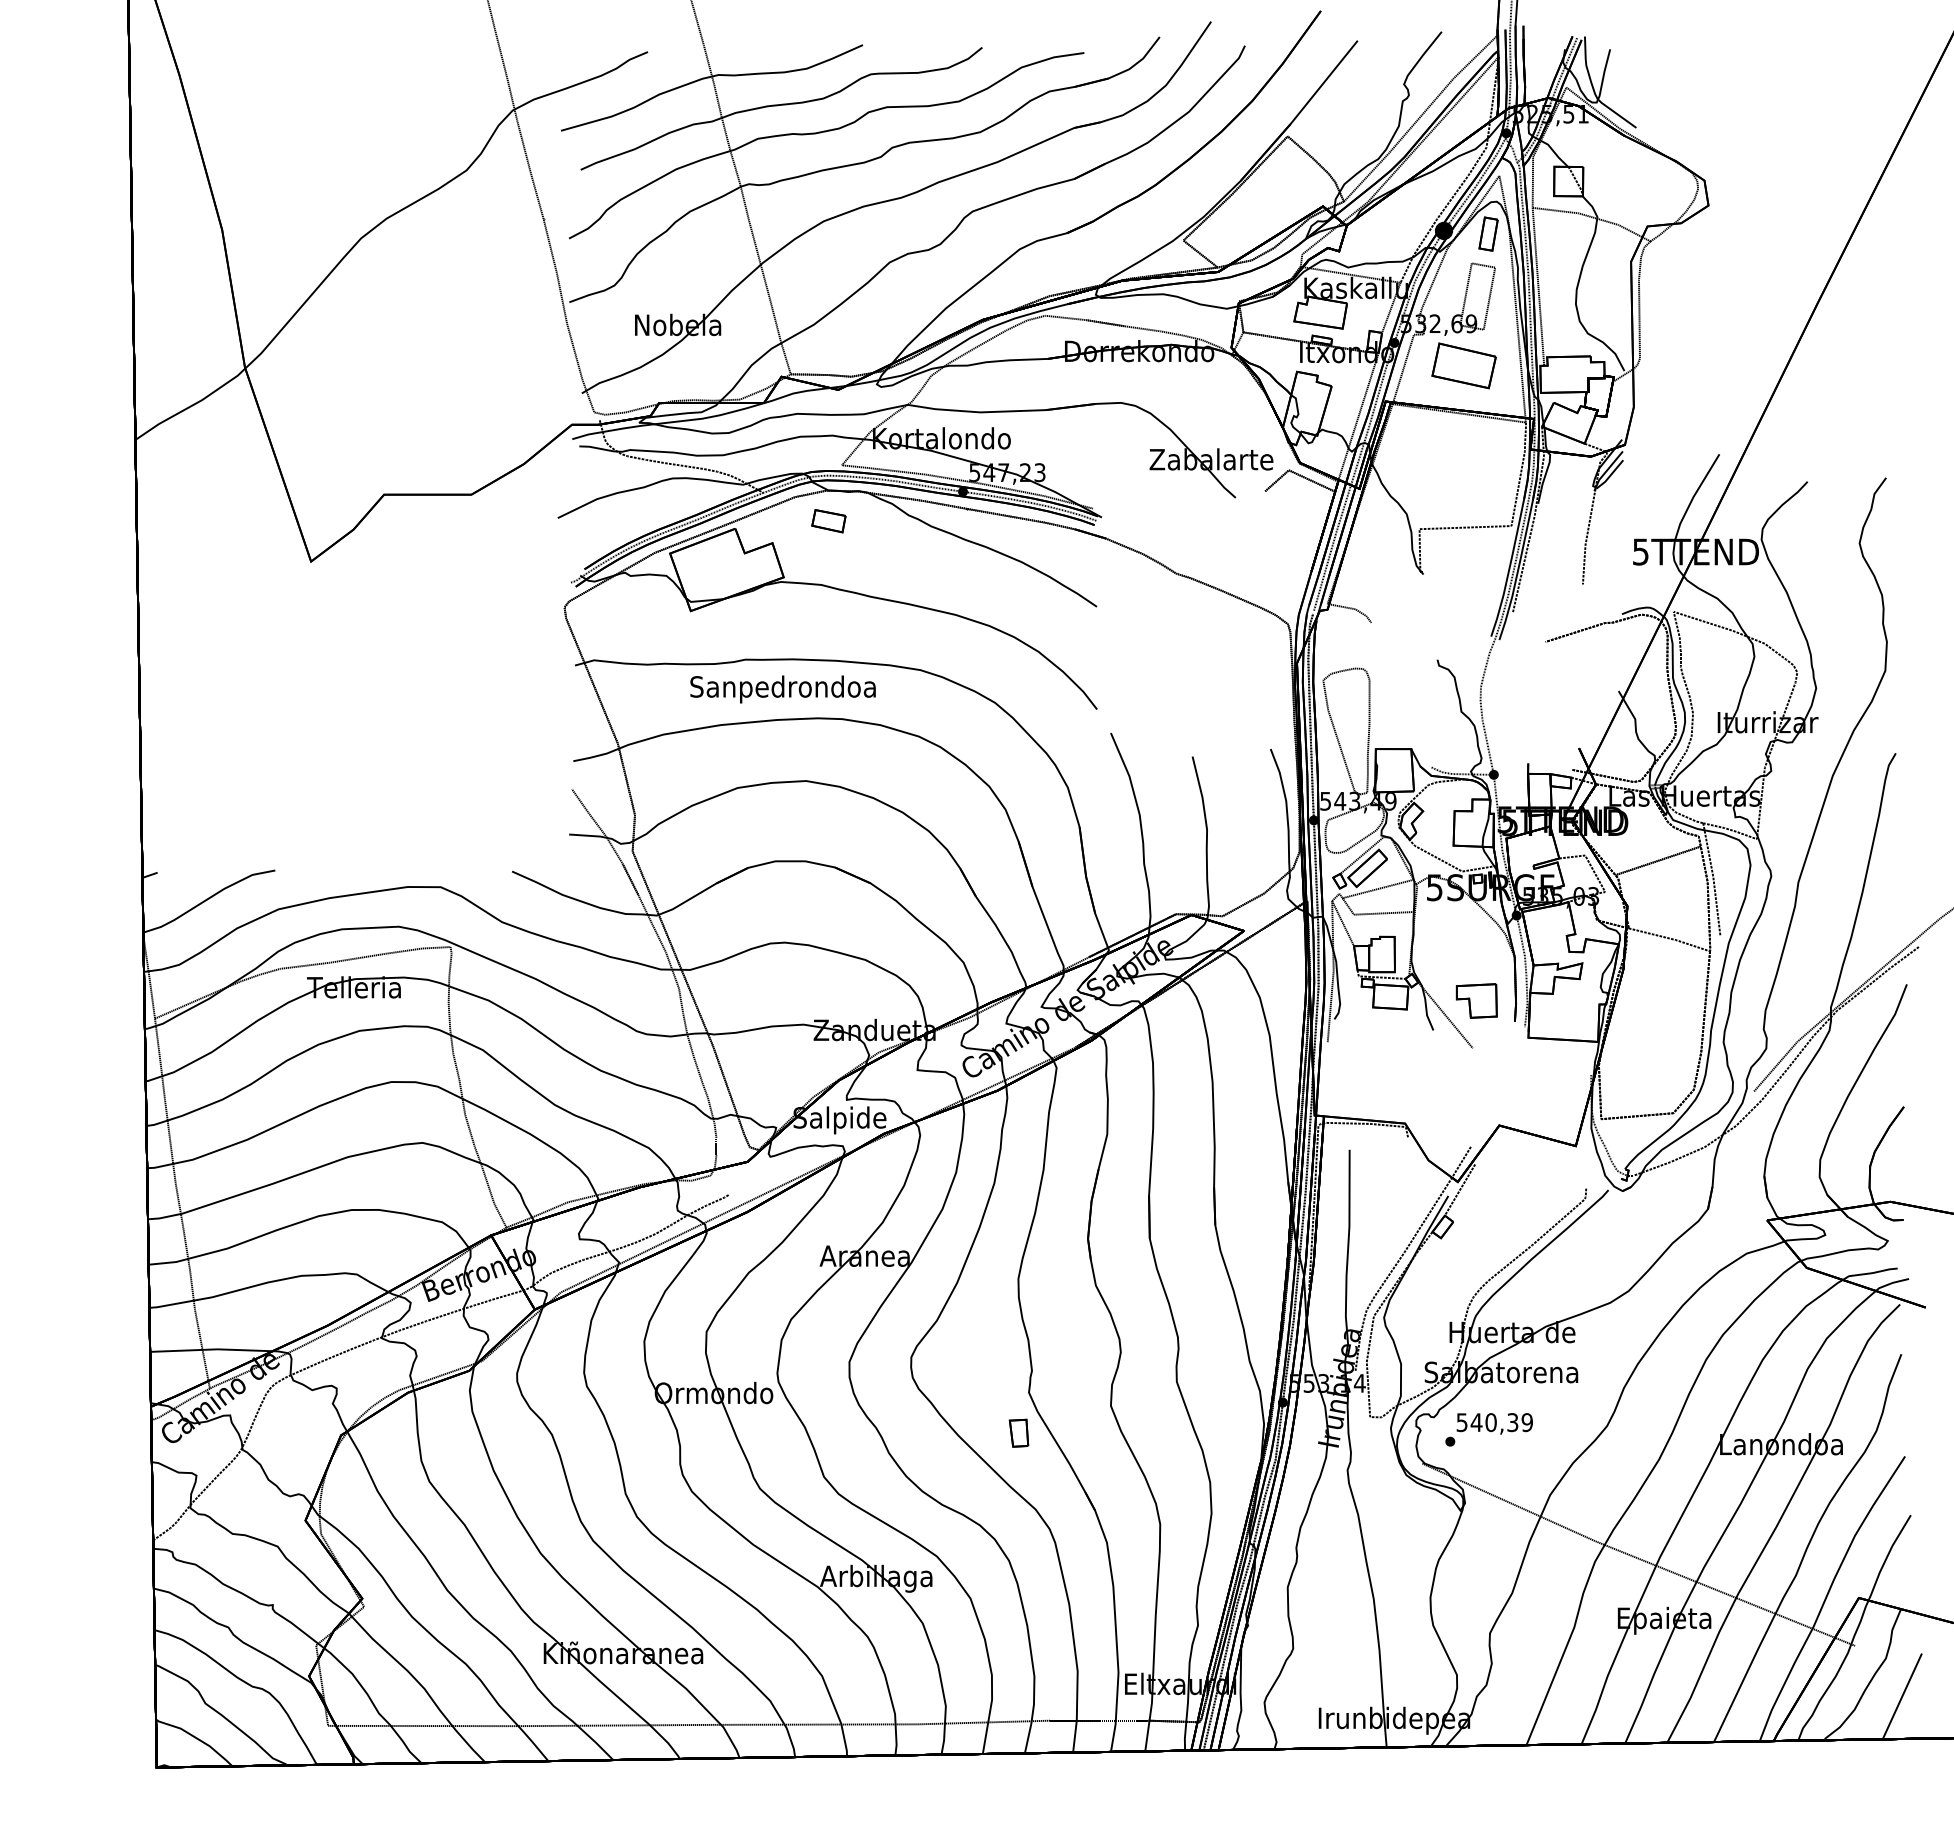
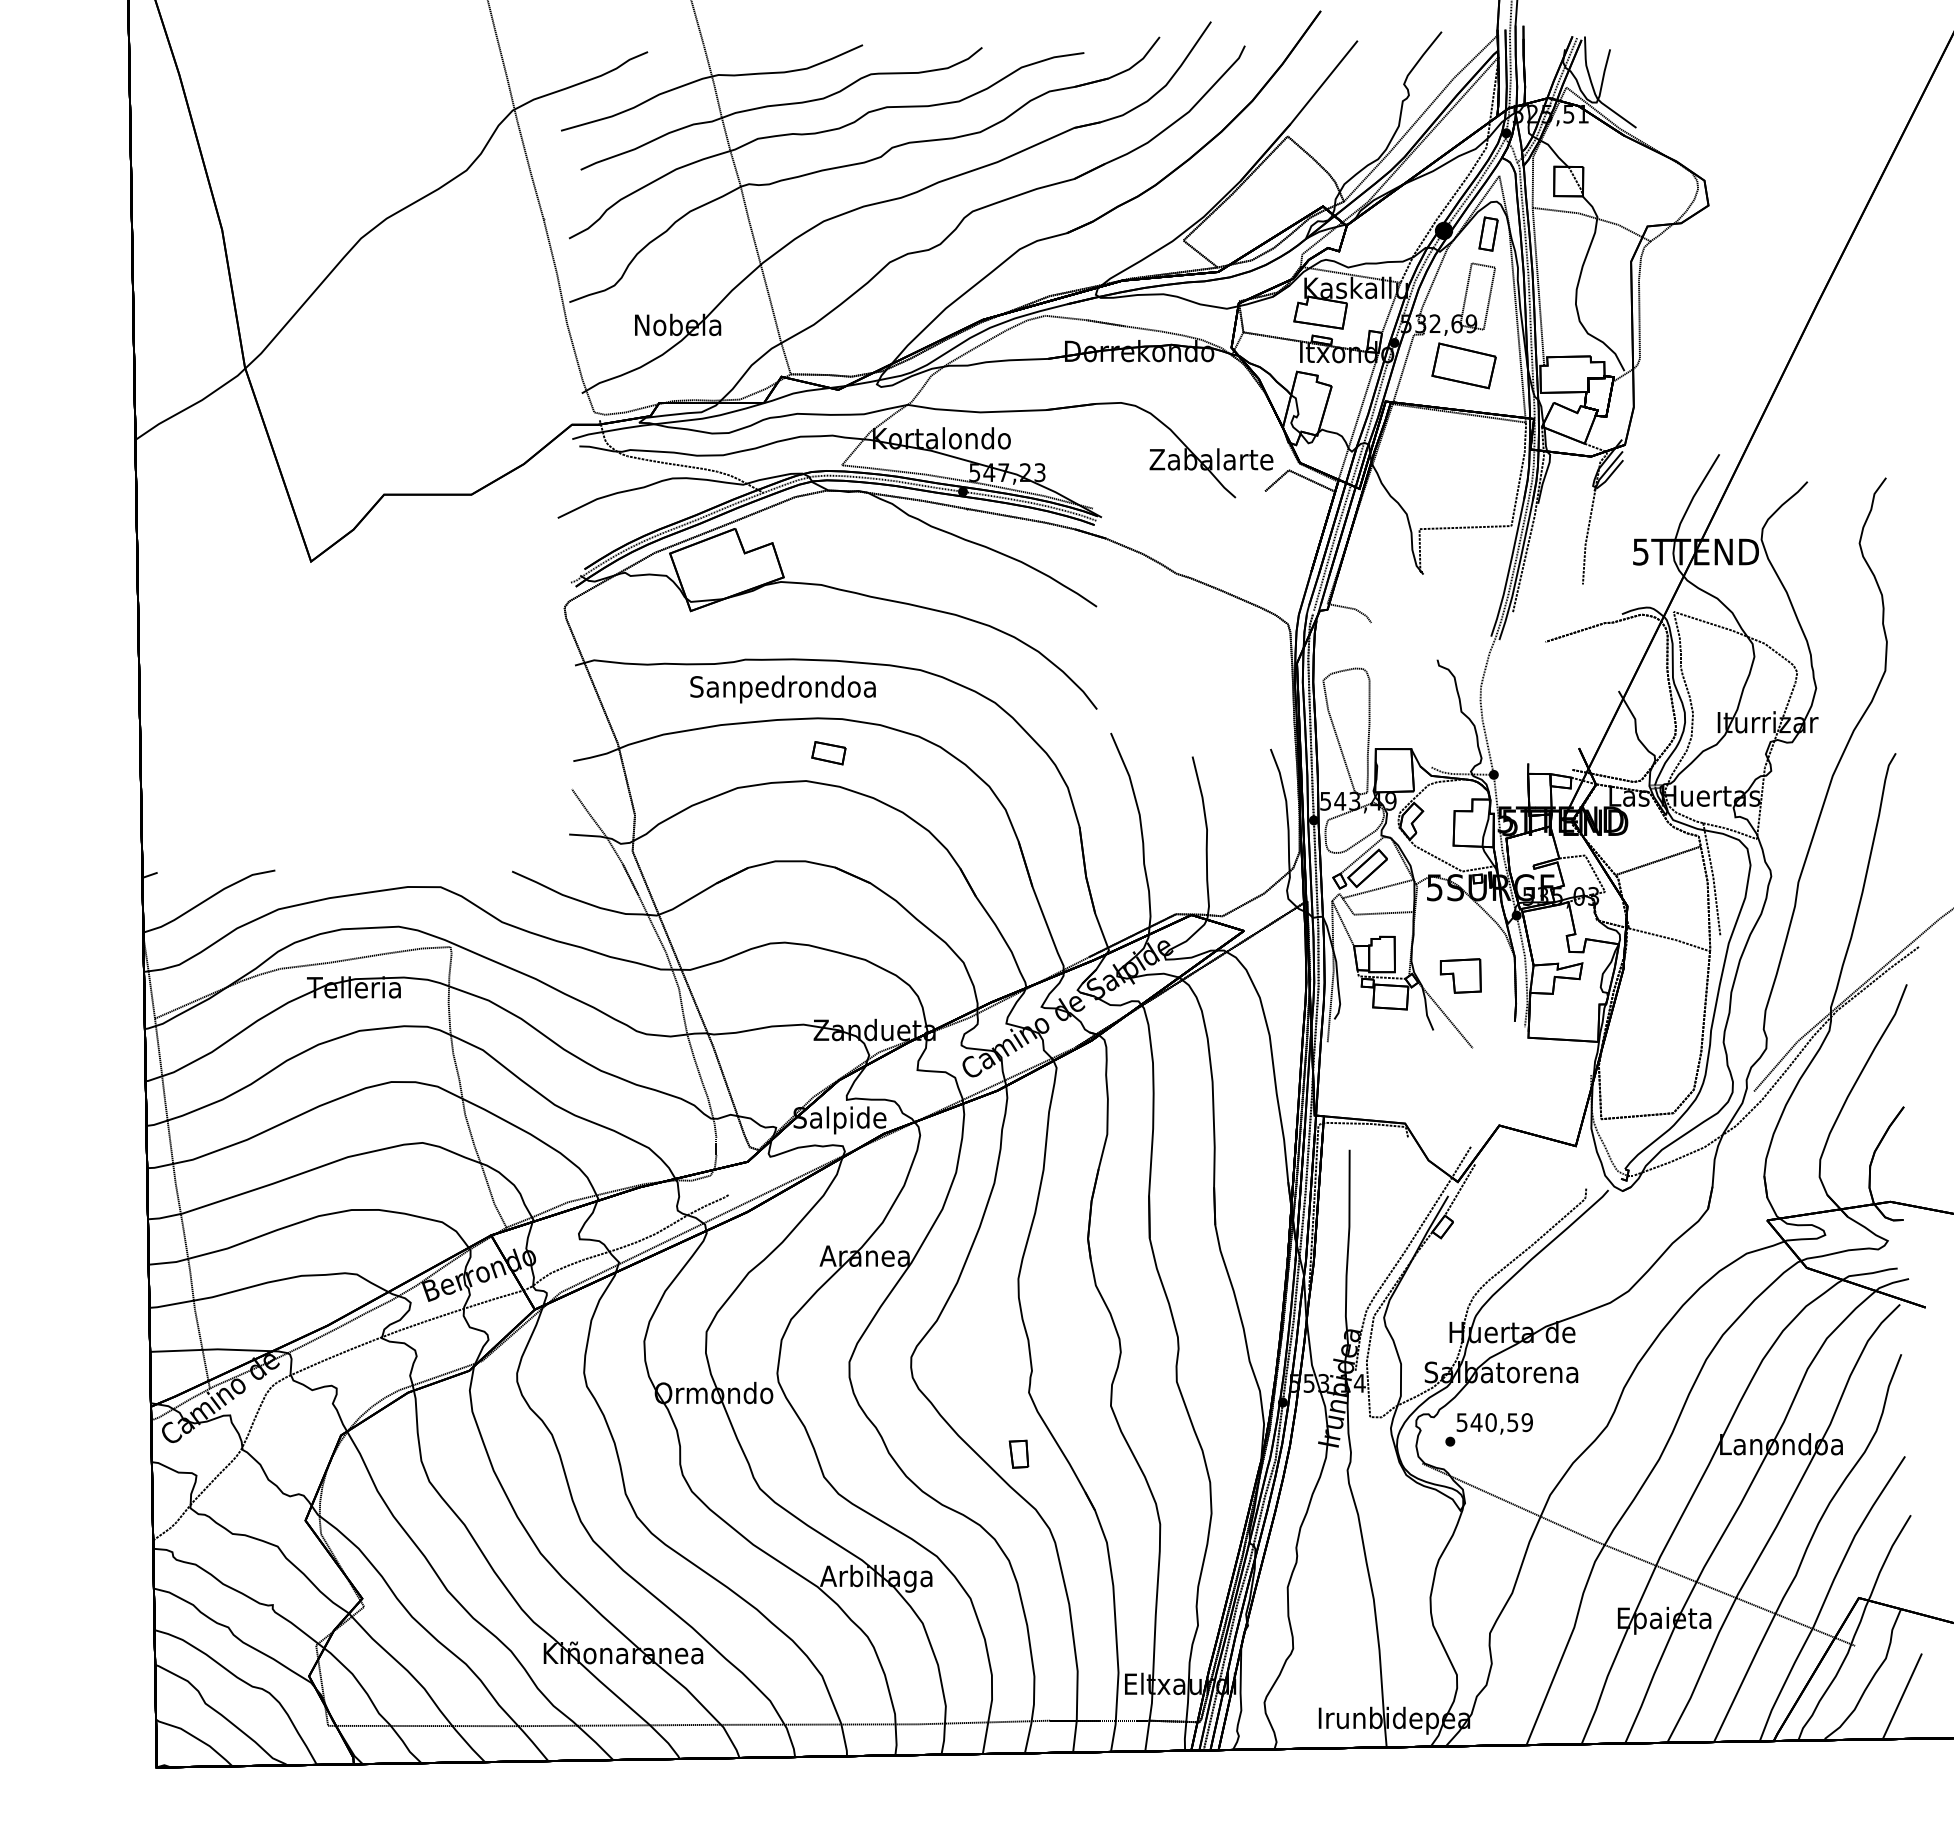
part at (828, 521) position: (828, 521) -> (828, 753)
part at (1476, 1000) position: (1476, 1000) -> (1460, 975)
text at (1513, 1422): 540,39 -> 540,59
part at (1018, 1432) position: (1018, 1432) -> (1018, 1453)
